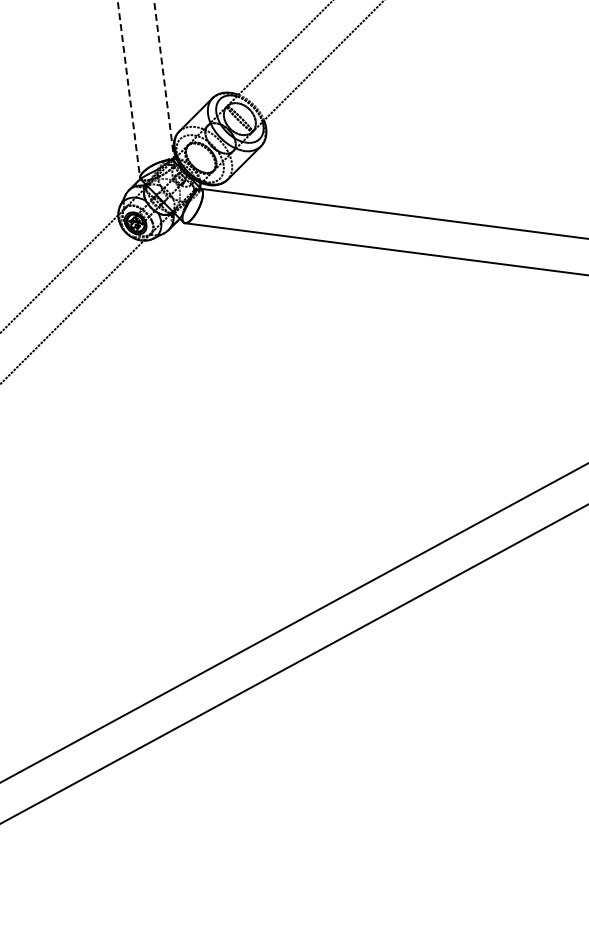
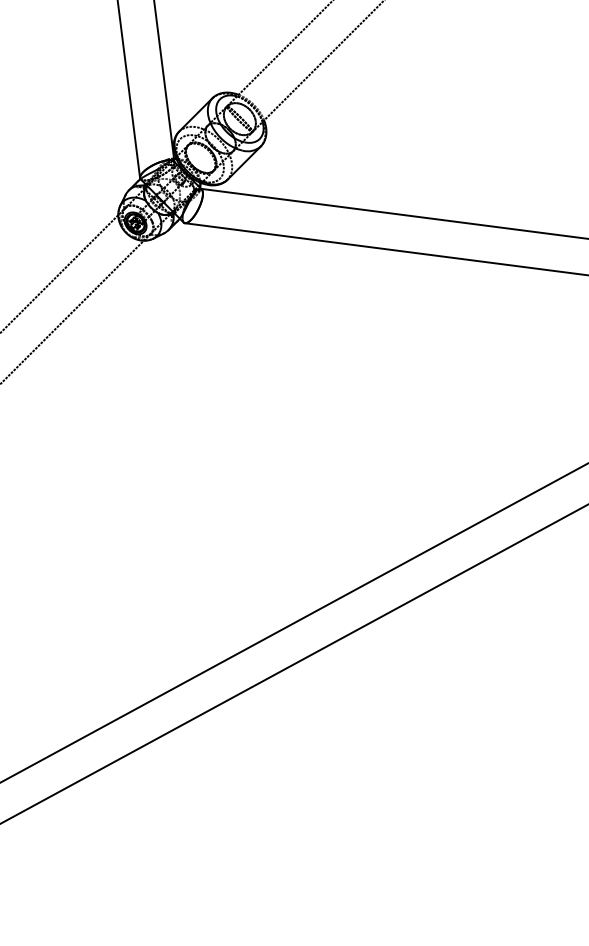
line at (164, 81): dashed -> solid
line at (128, 89): dashed -> solid
